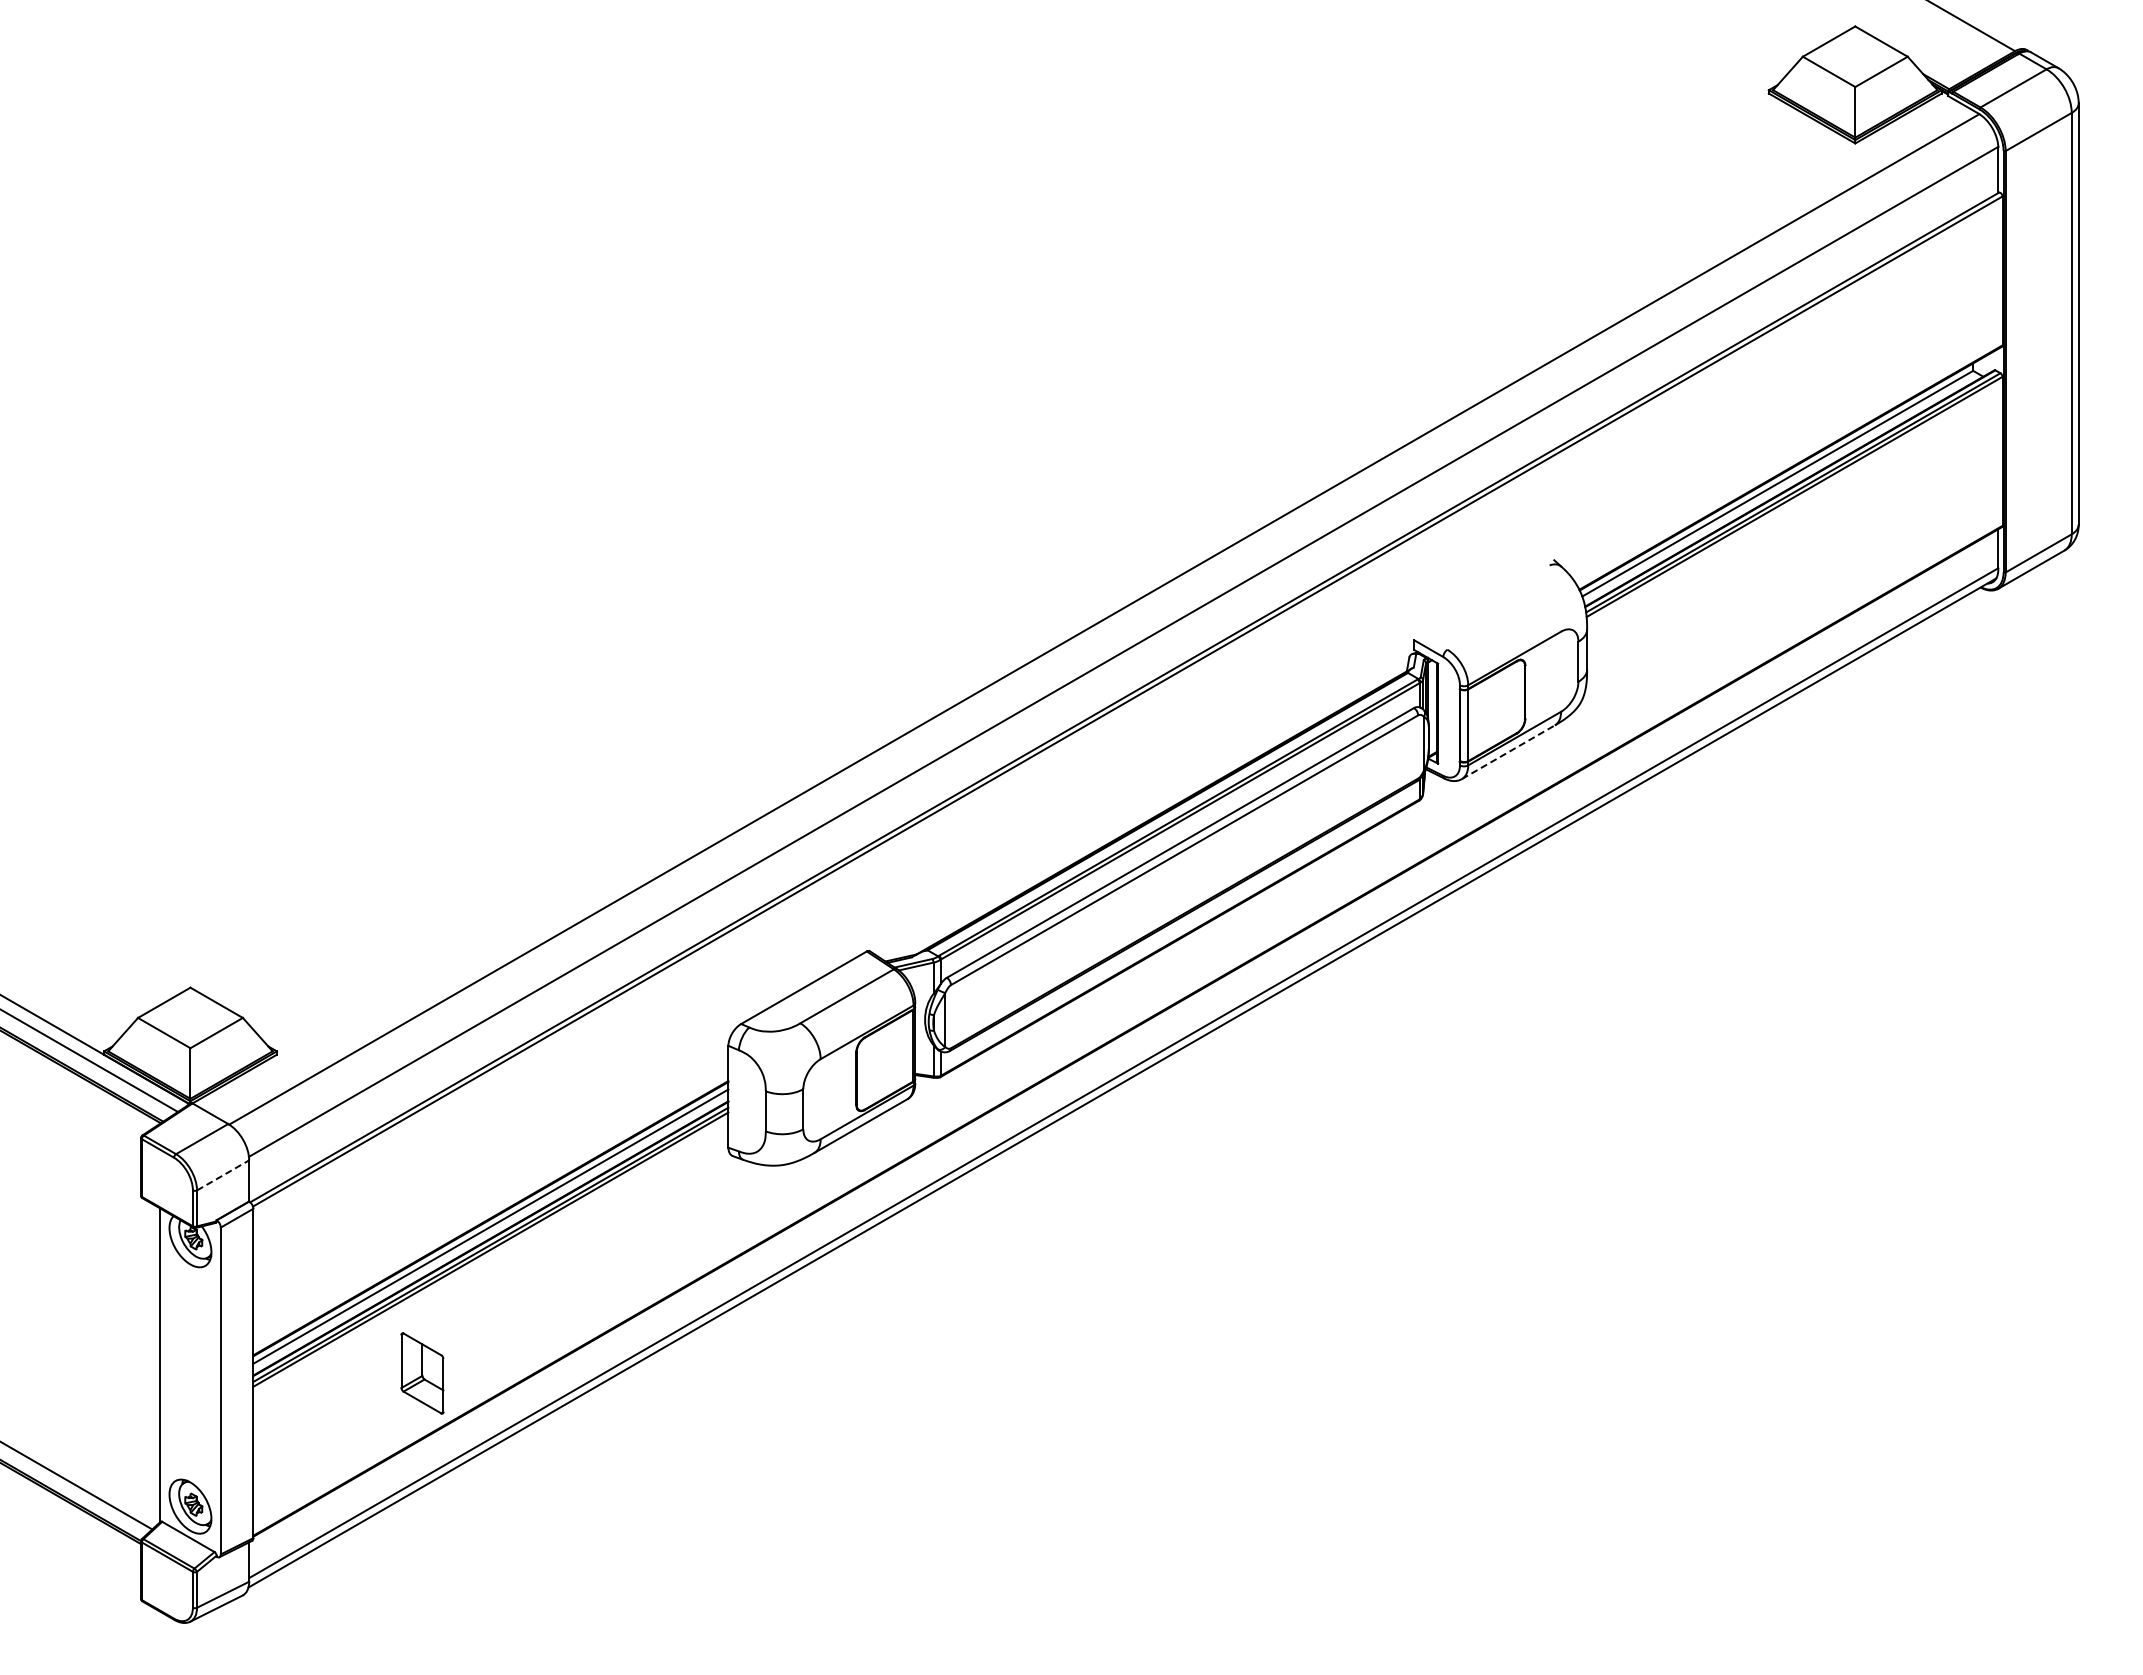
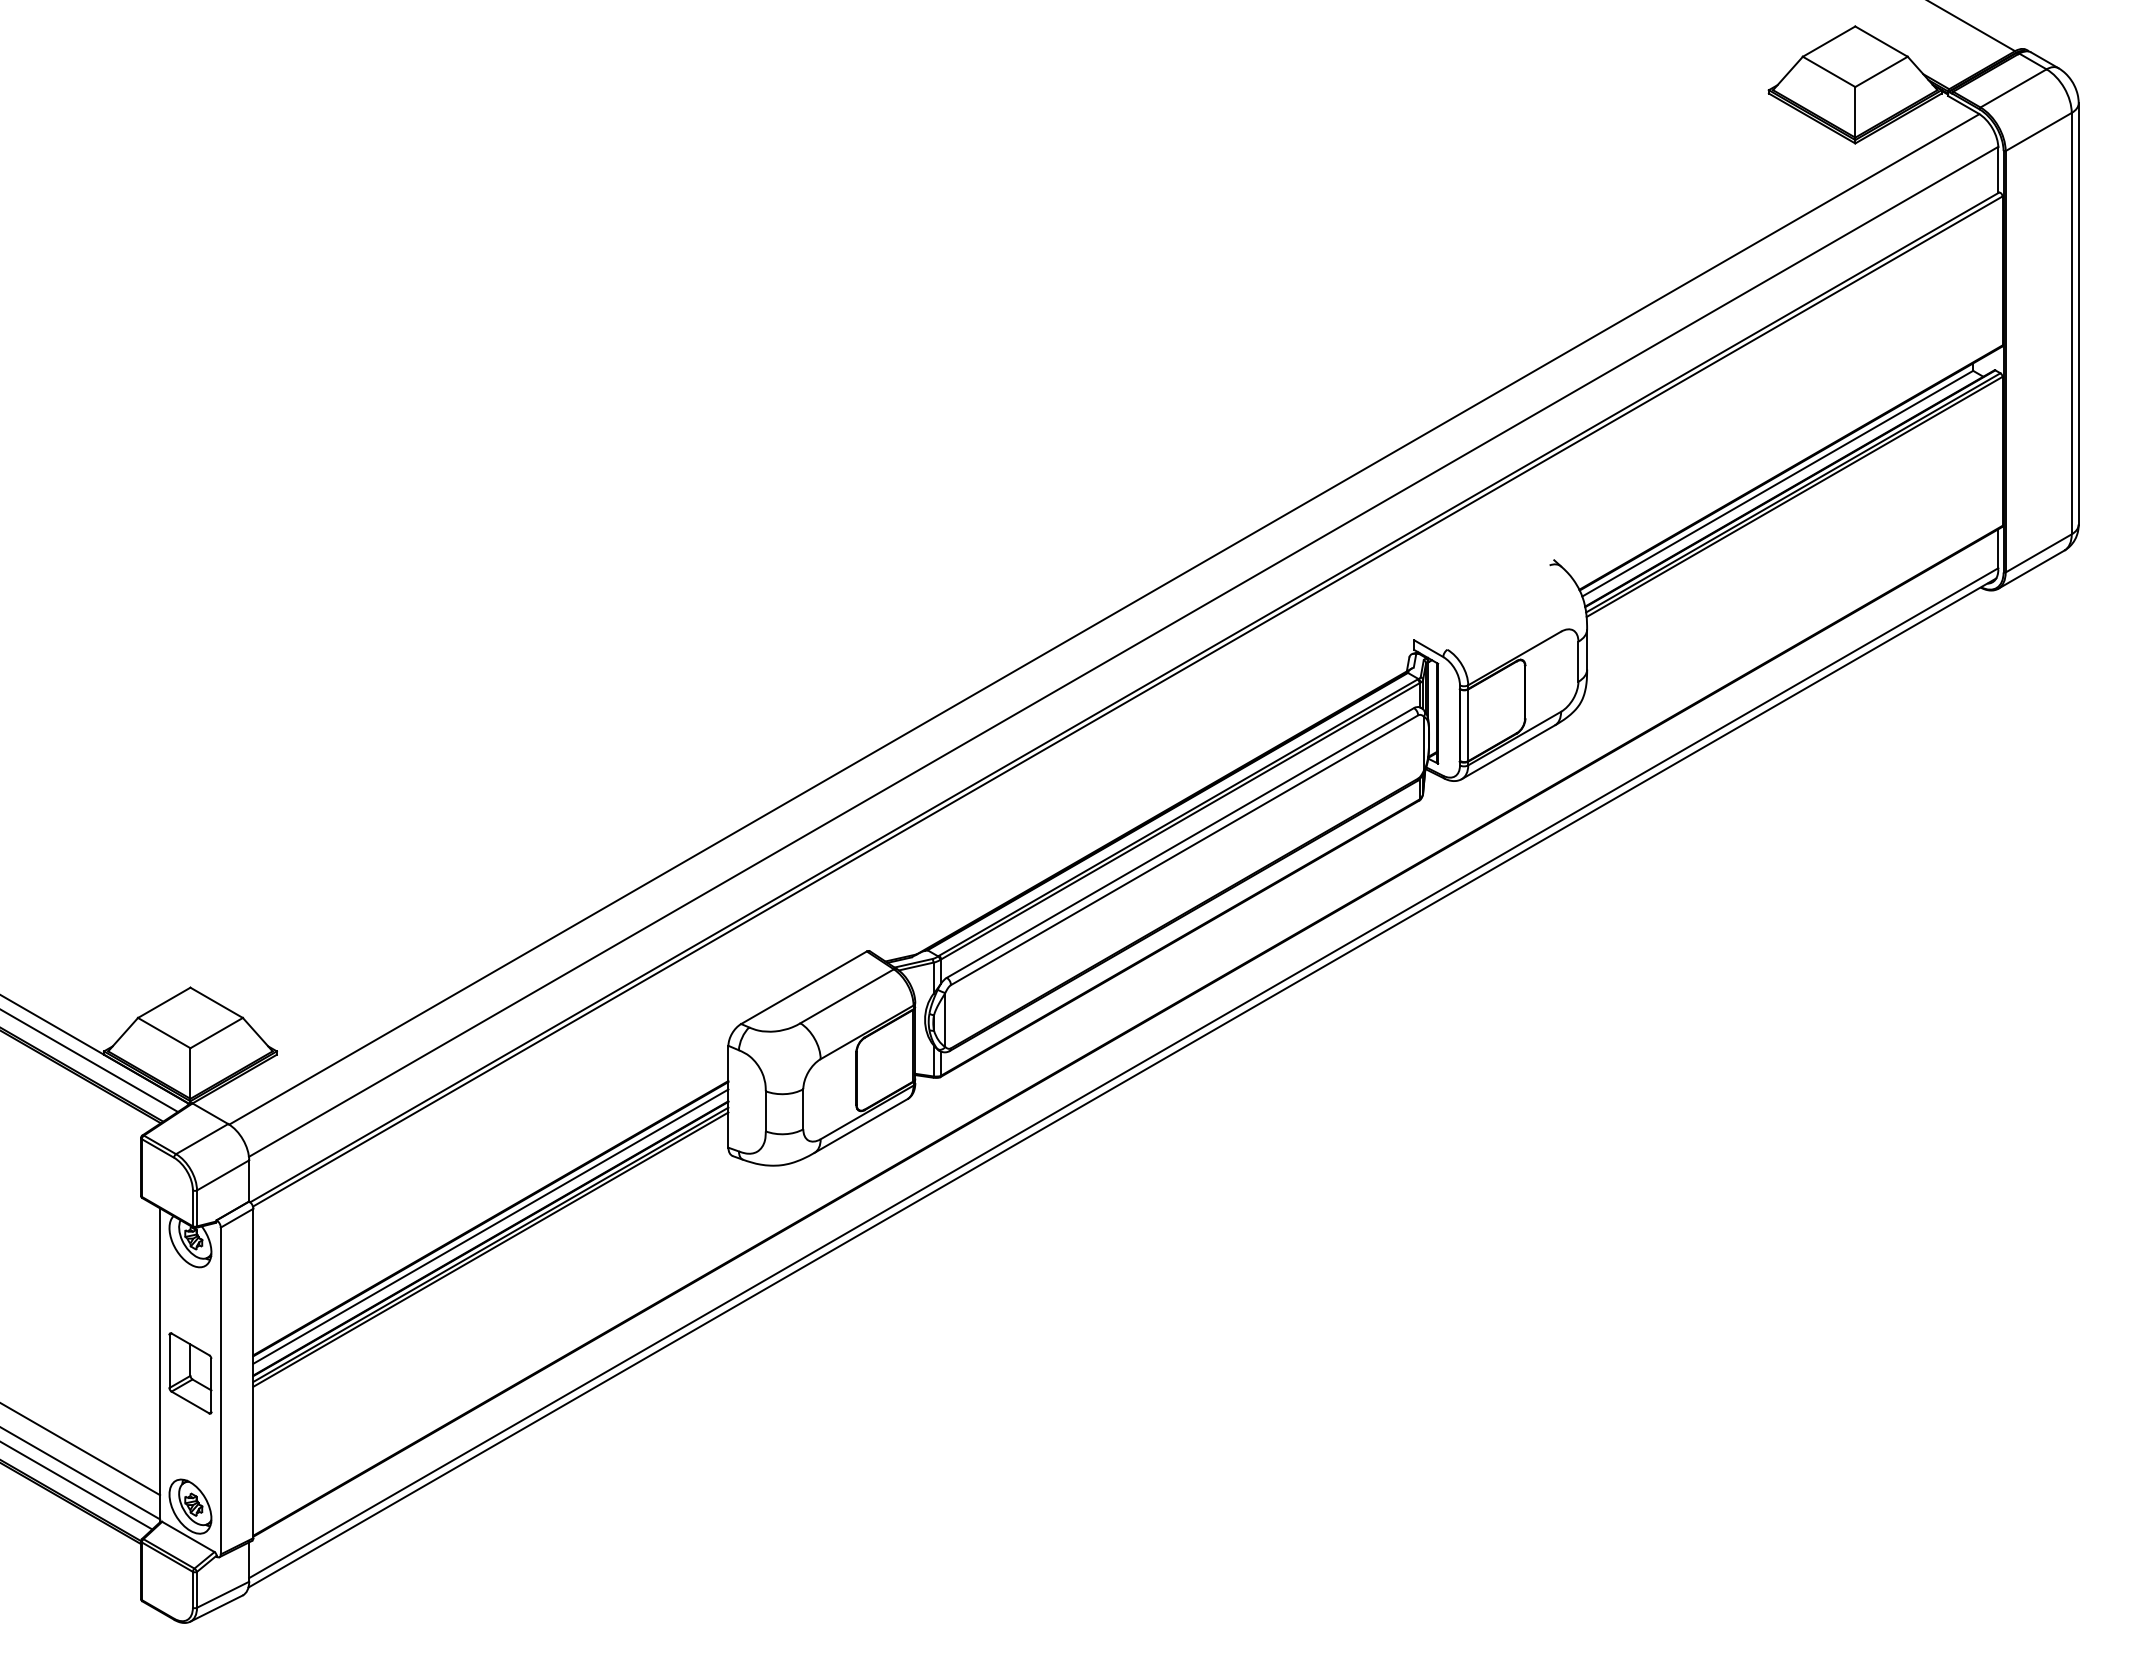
line at (1508, 752): dashed -> solid
line at (223, 1175): dashed -> solid
part at (422, 1373) position: (422, 1373) -> (190, 1373)
line at (81, 1449): none -> present
line at (81, 1473): none -> present
